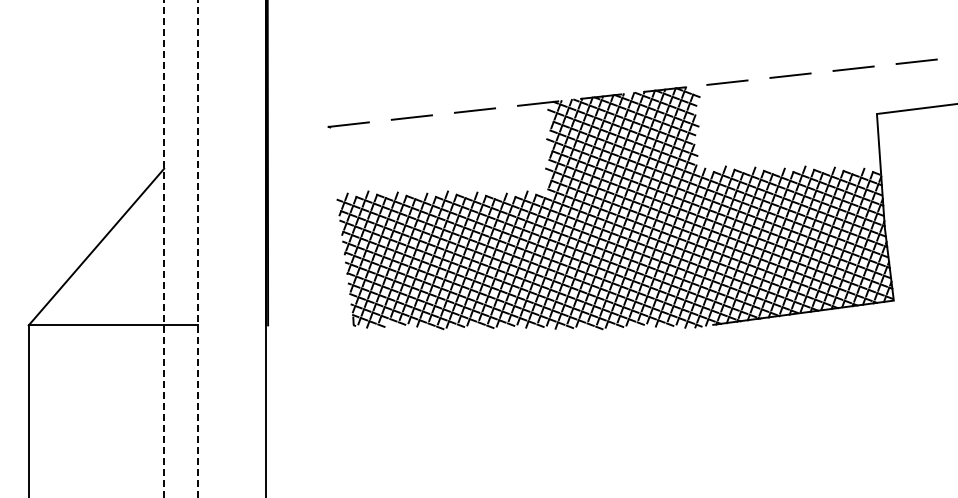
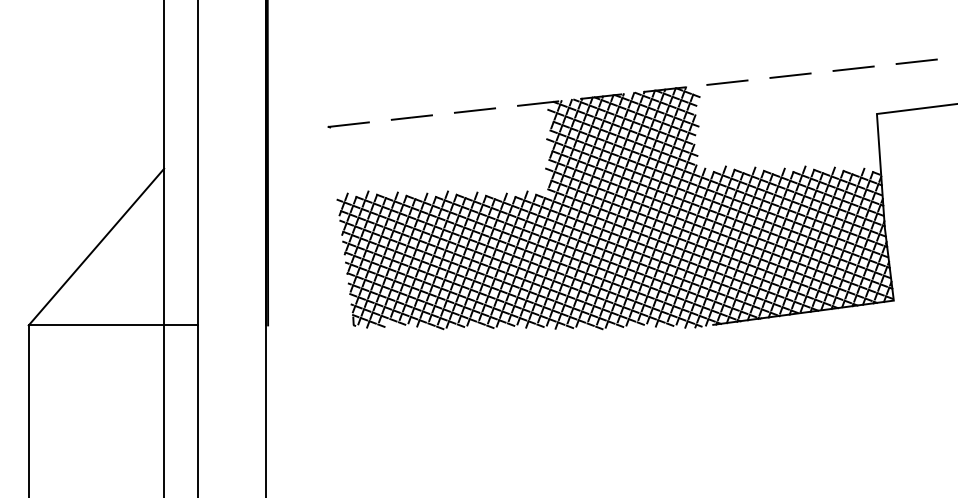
line at (164, 248): dashed -> solid
line at (198, 248): dashed -> solid
